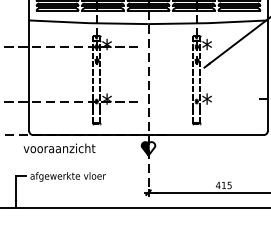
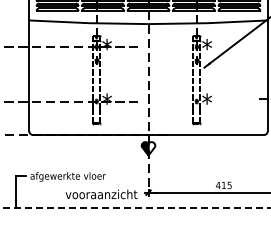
text at (59, 148) position: (59, 148) -> (101, 194)
line at (135, 207): solid -> dashed
